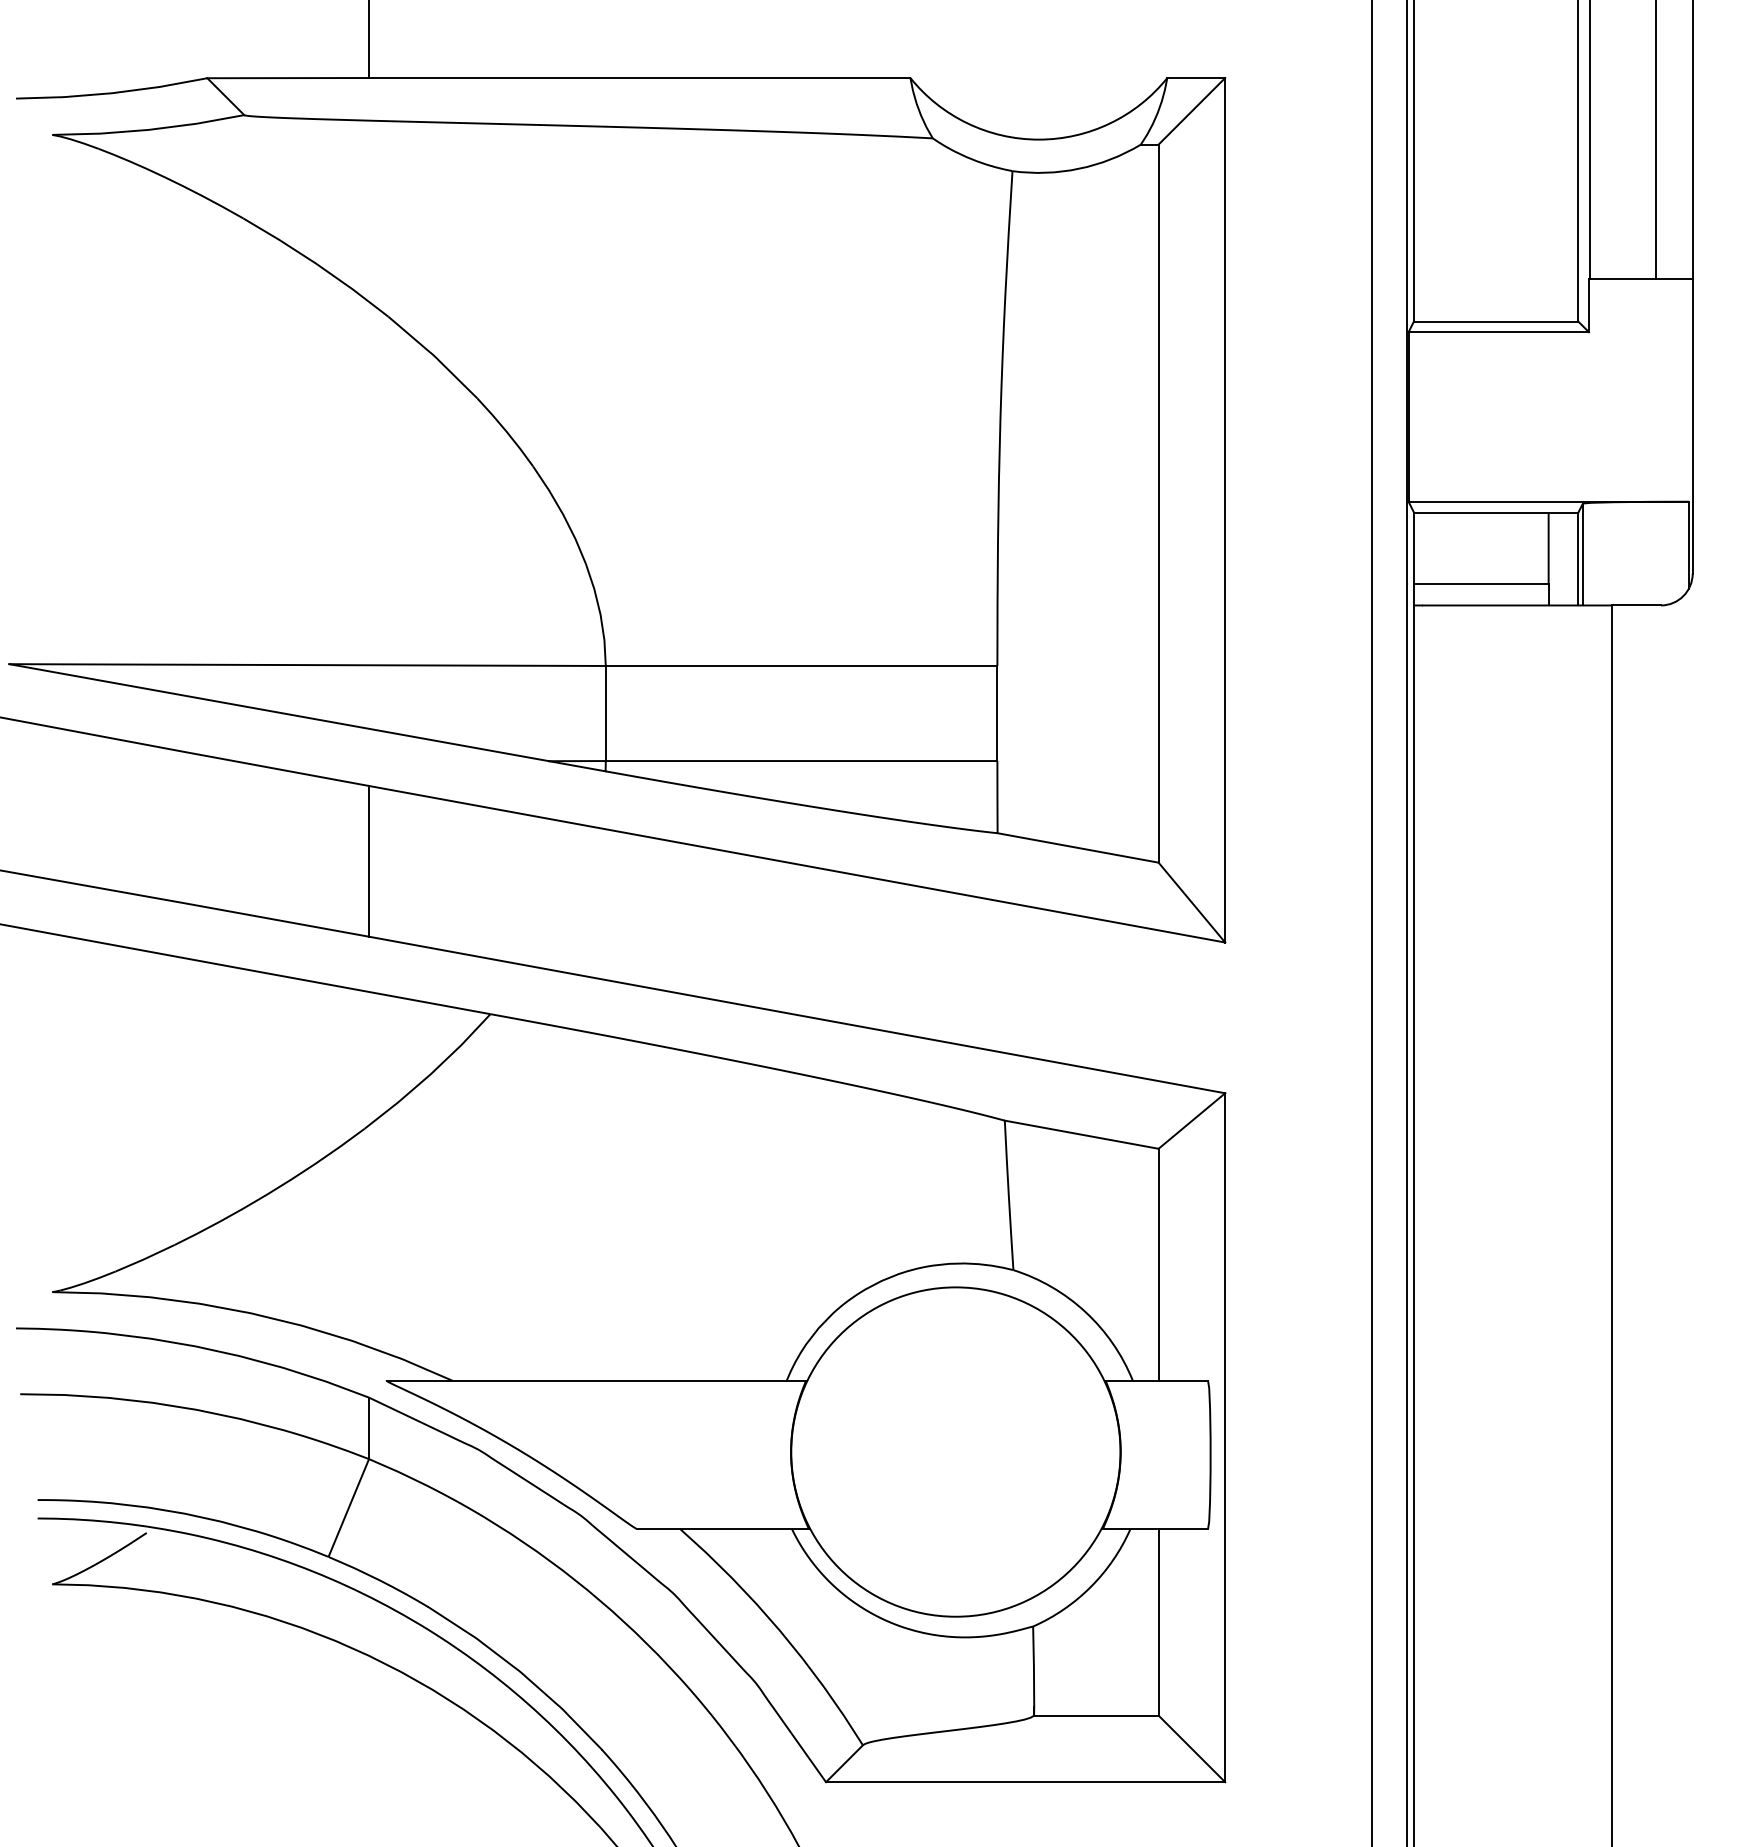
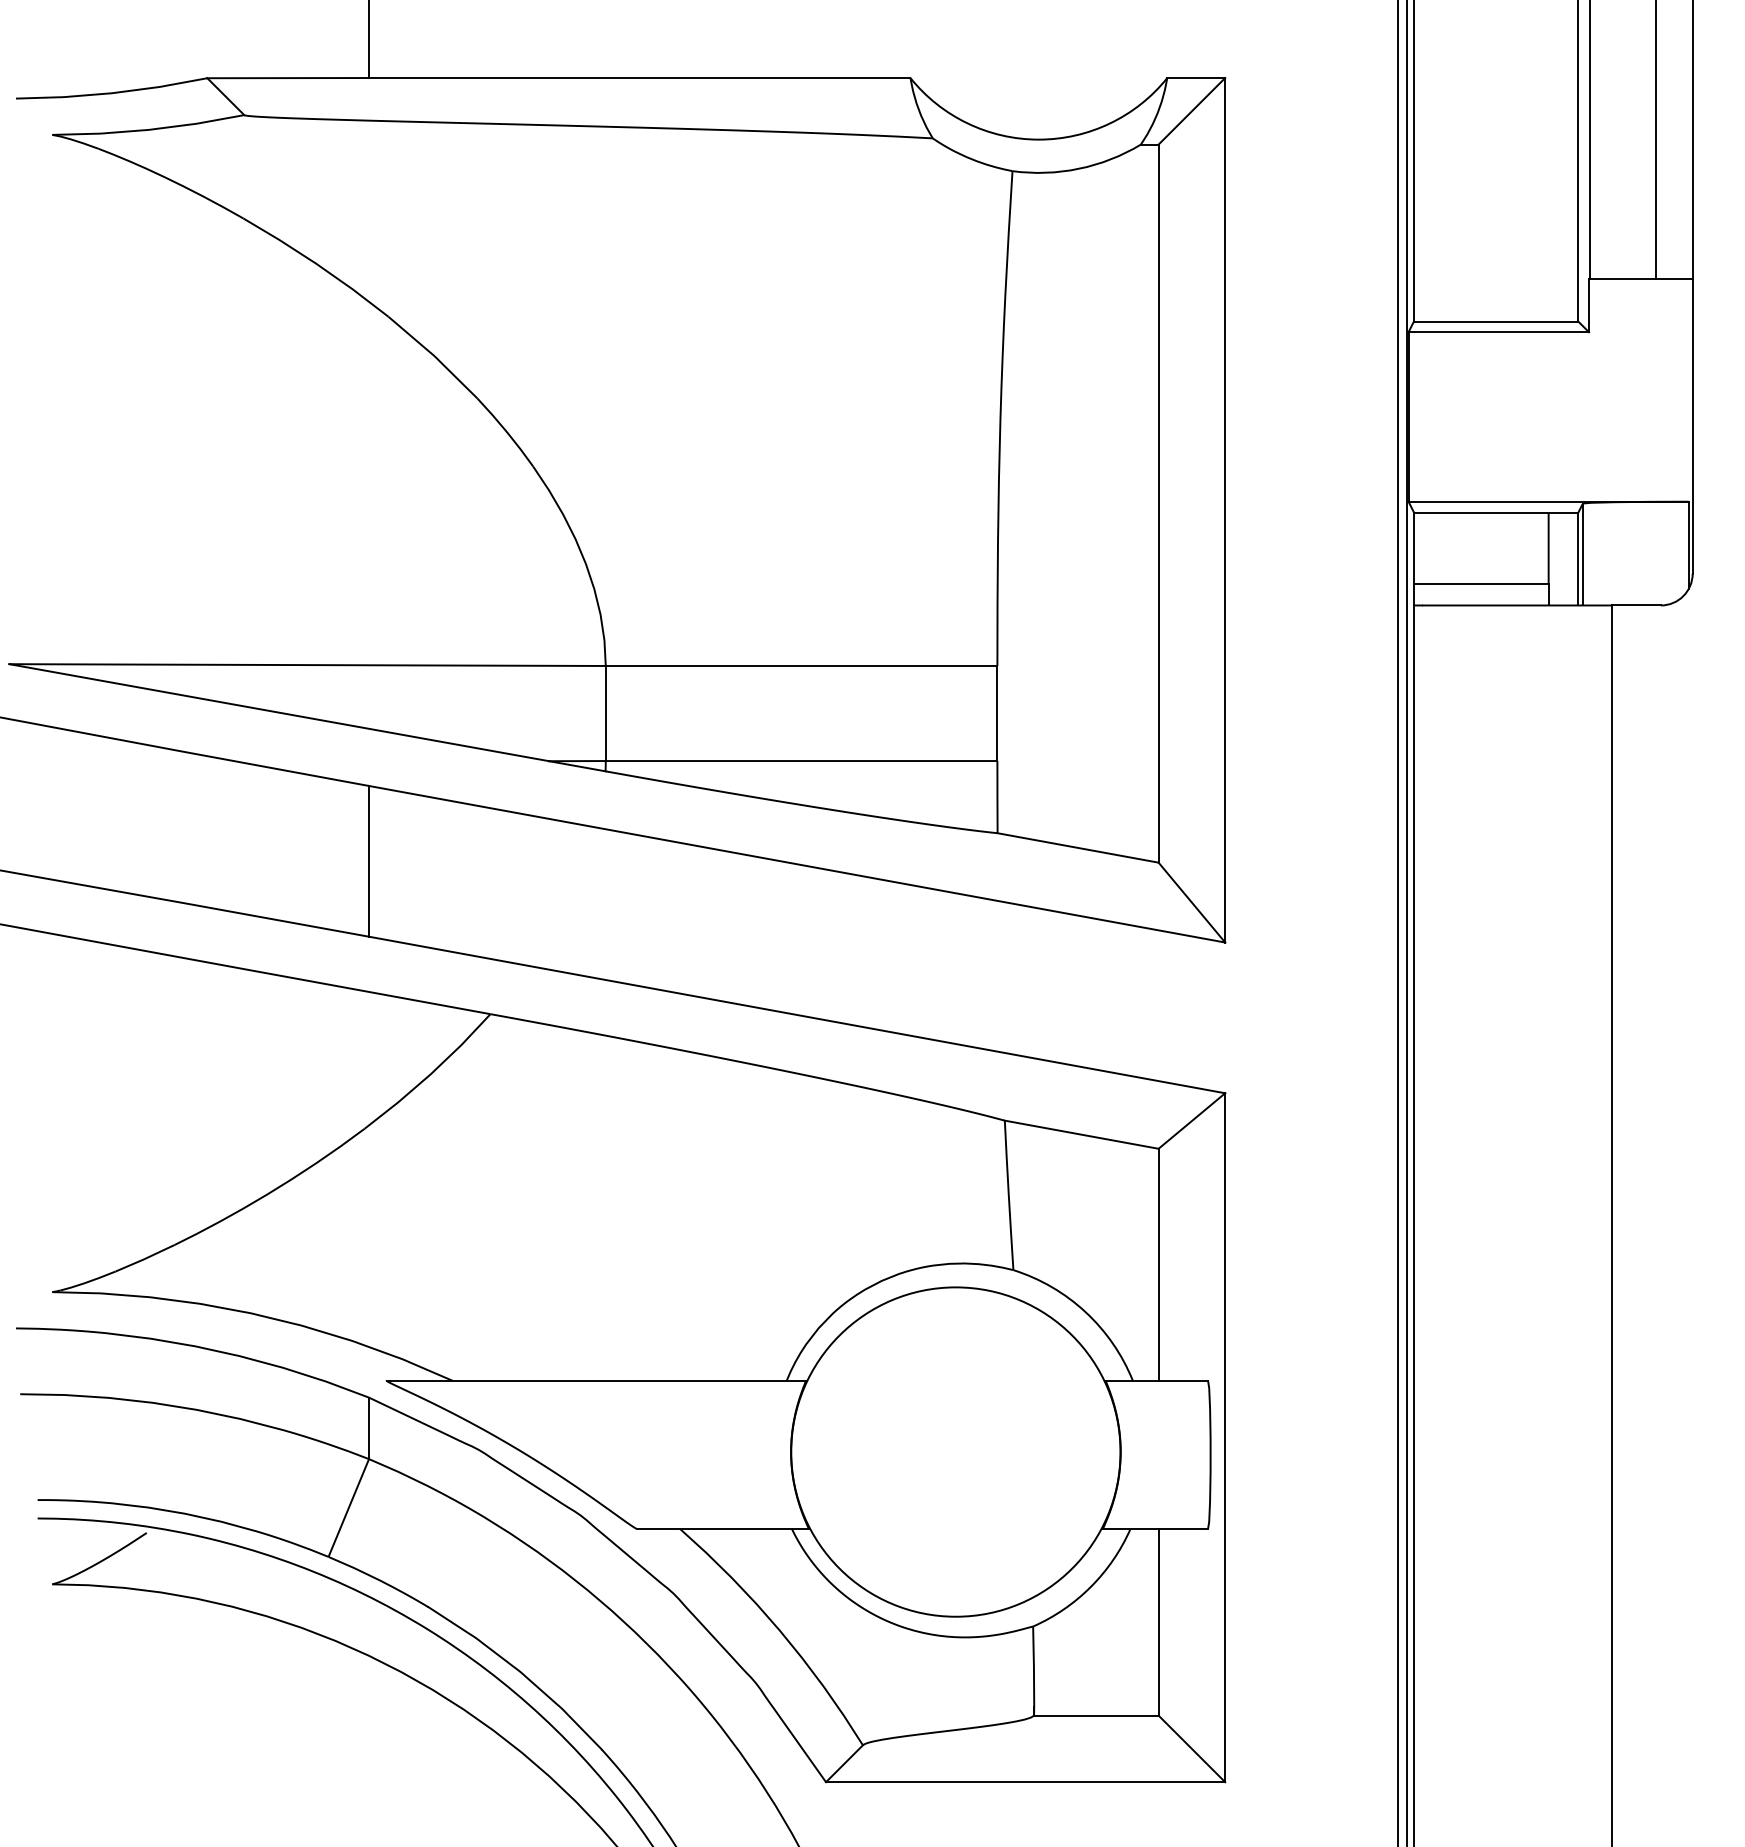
line at (1372, 922) position: (1372, 922) -> (1398, 922)
